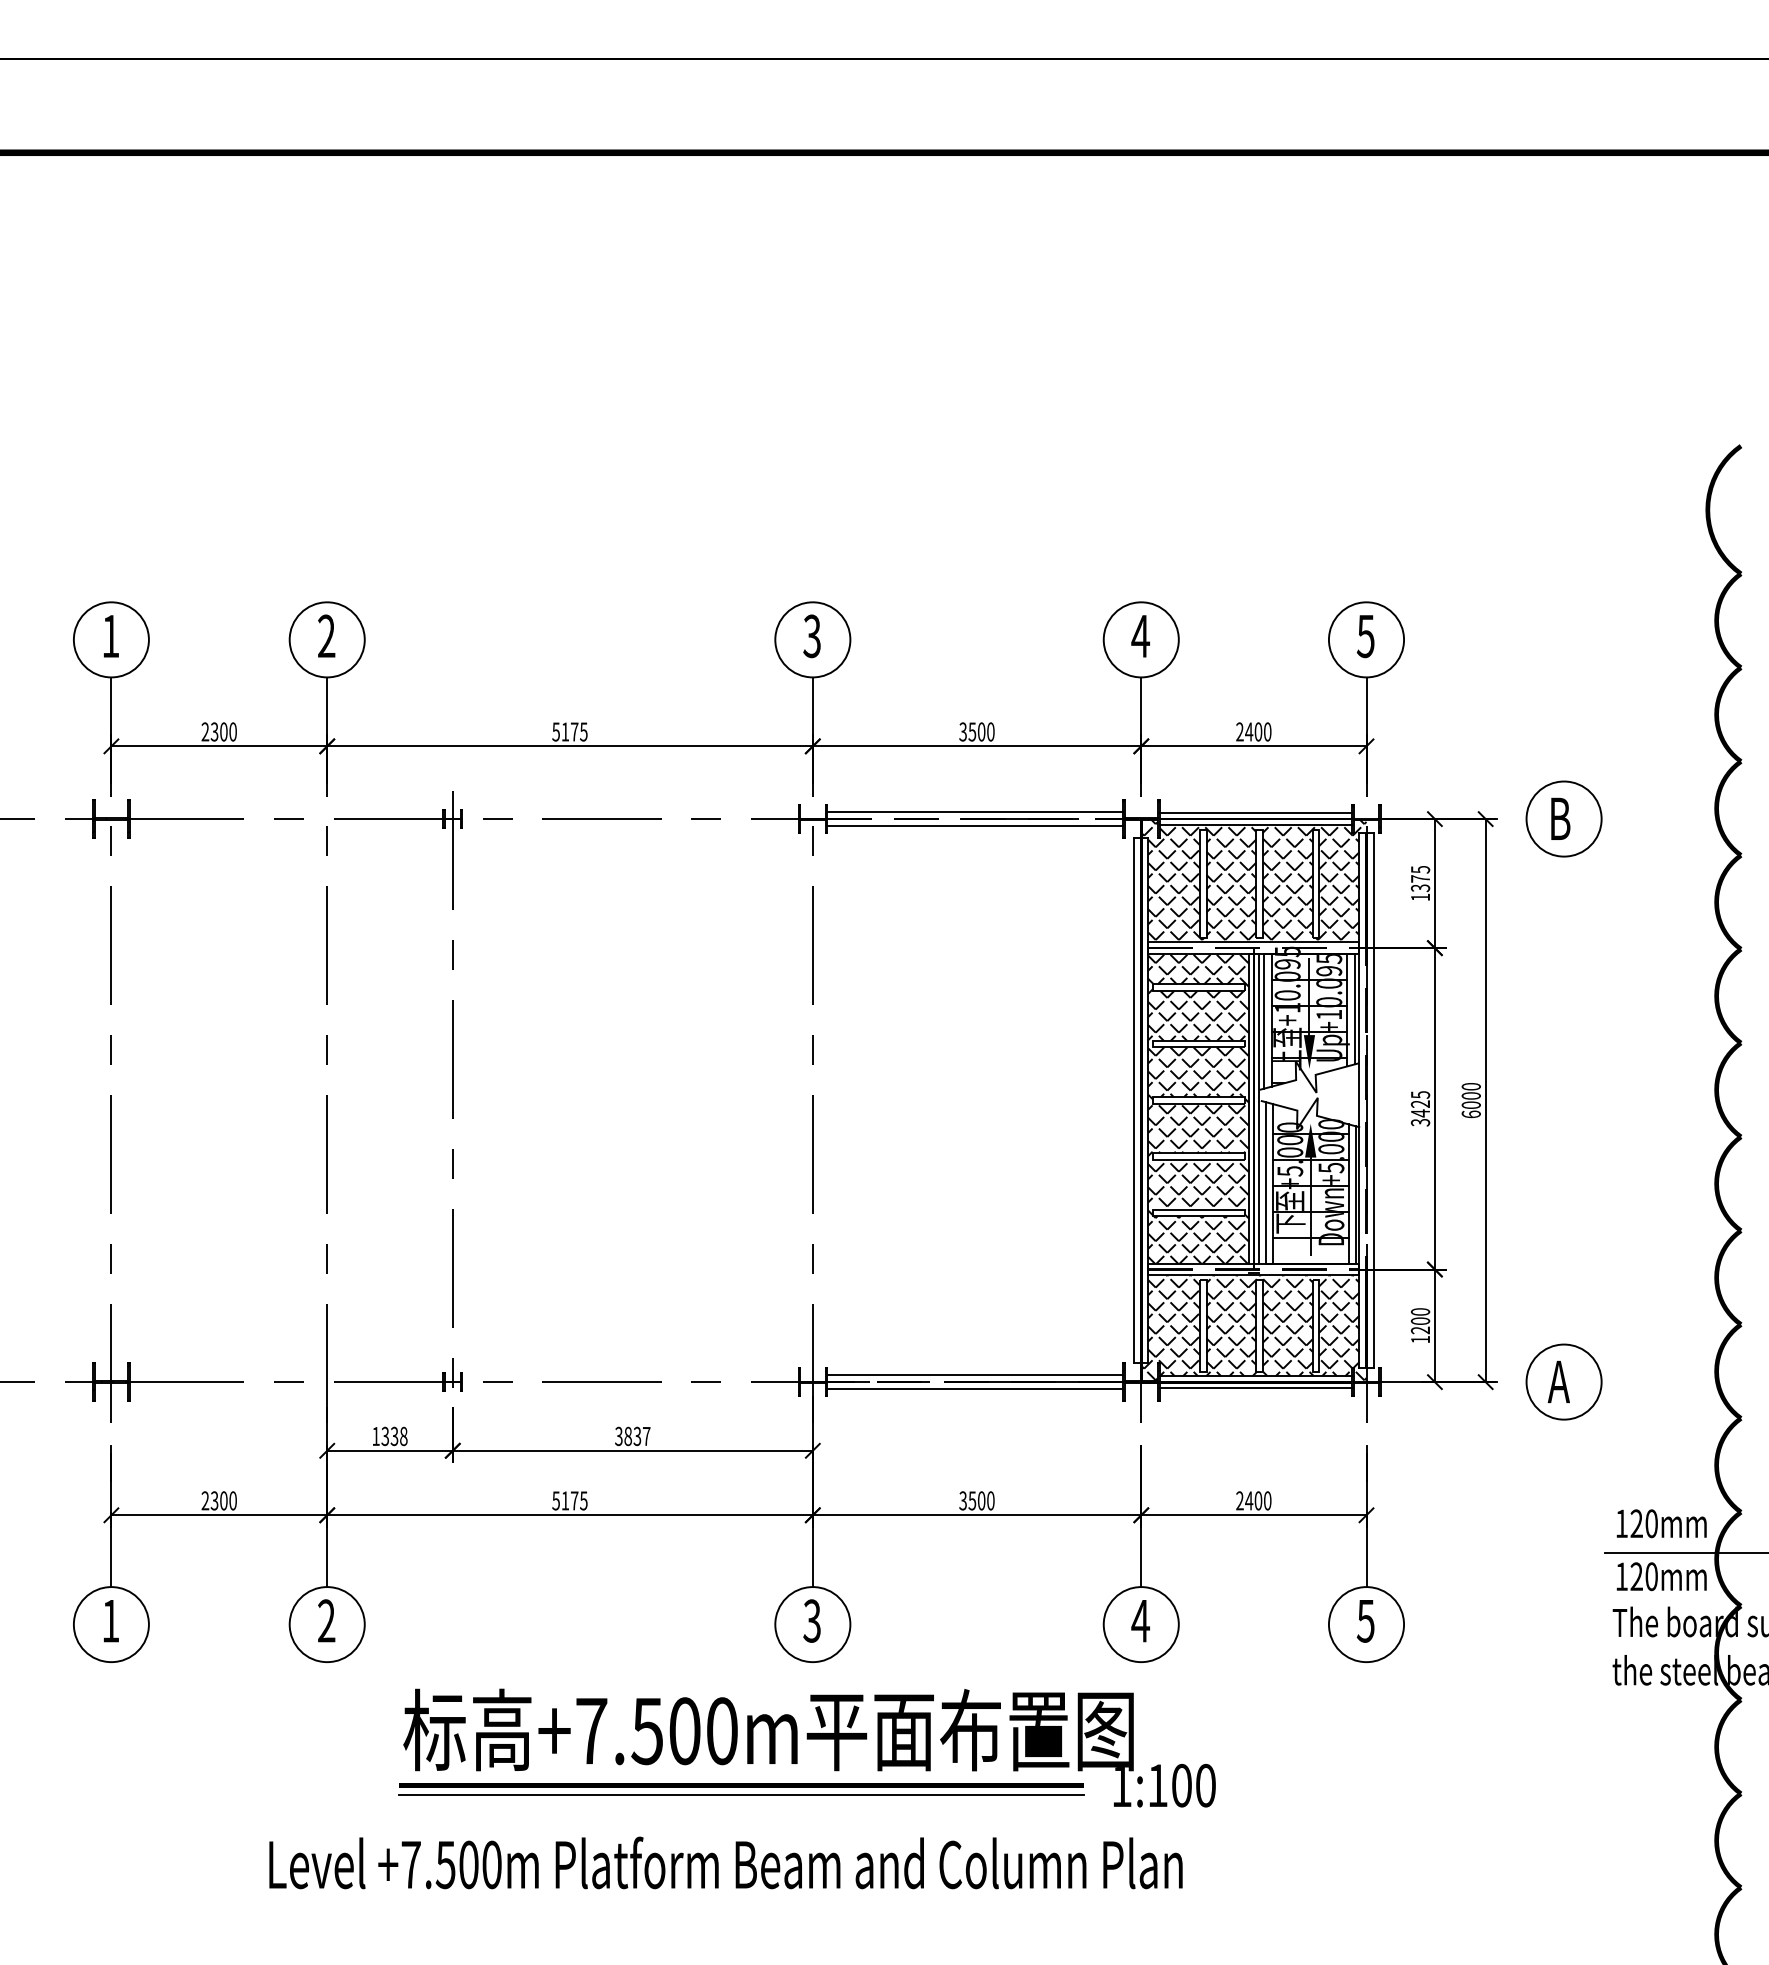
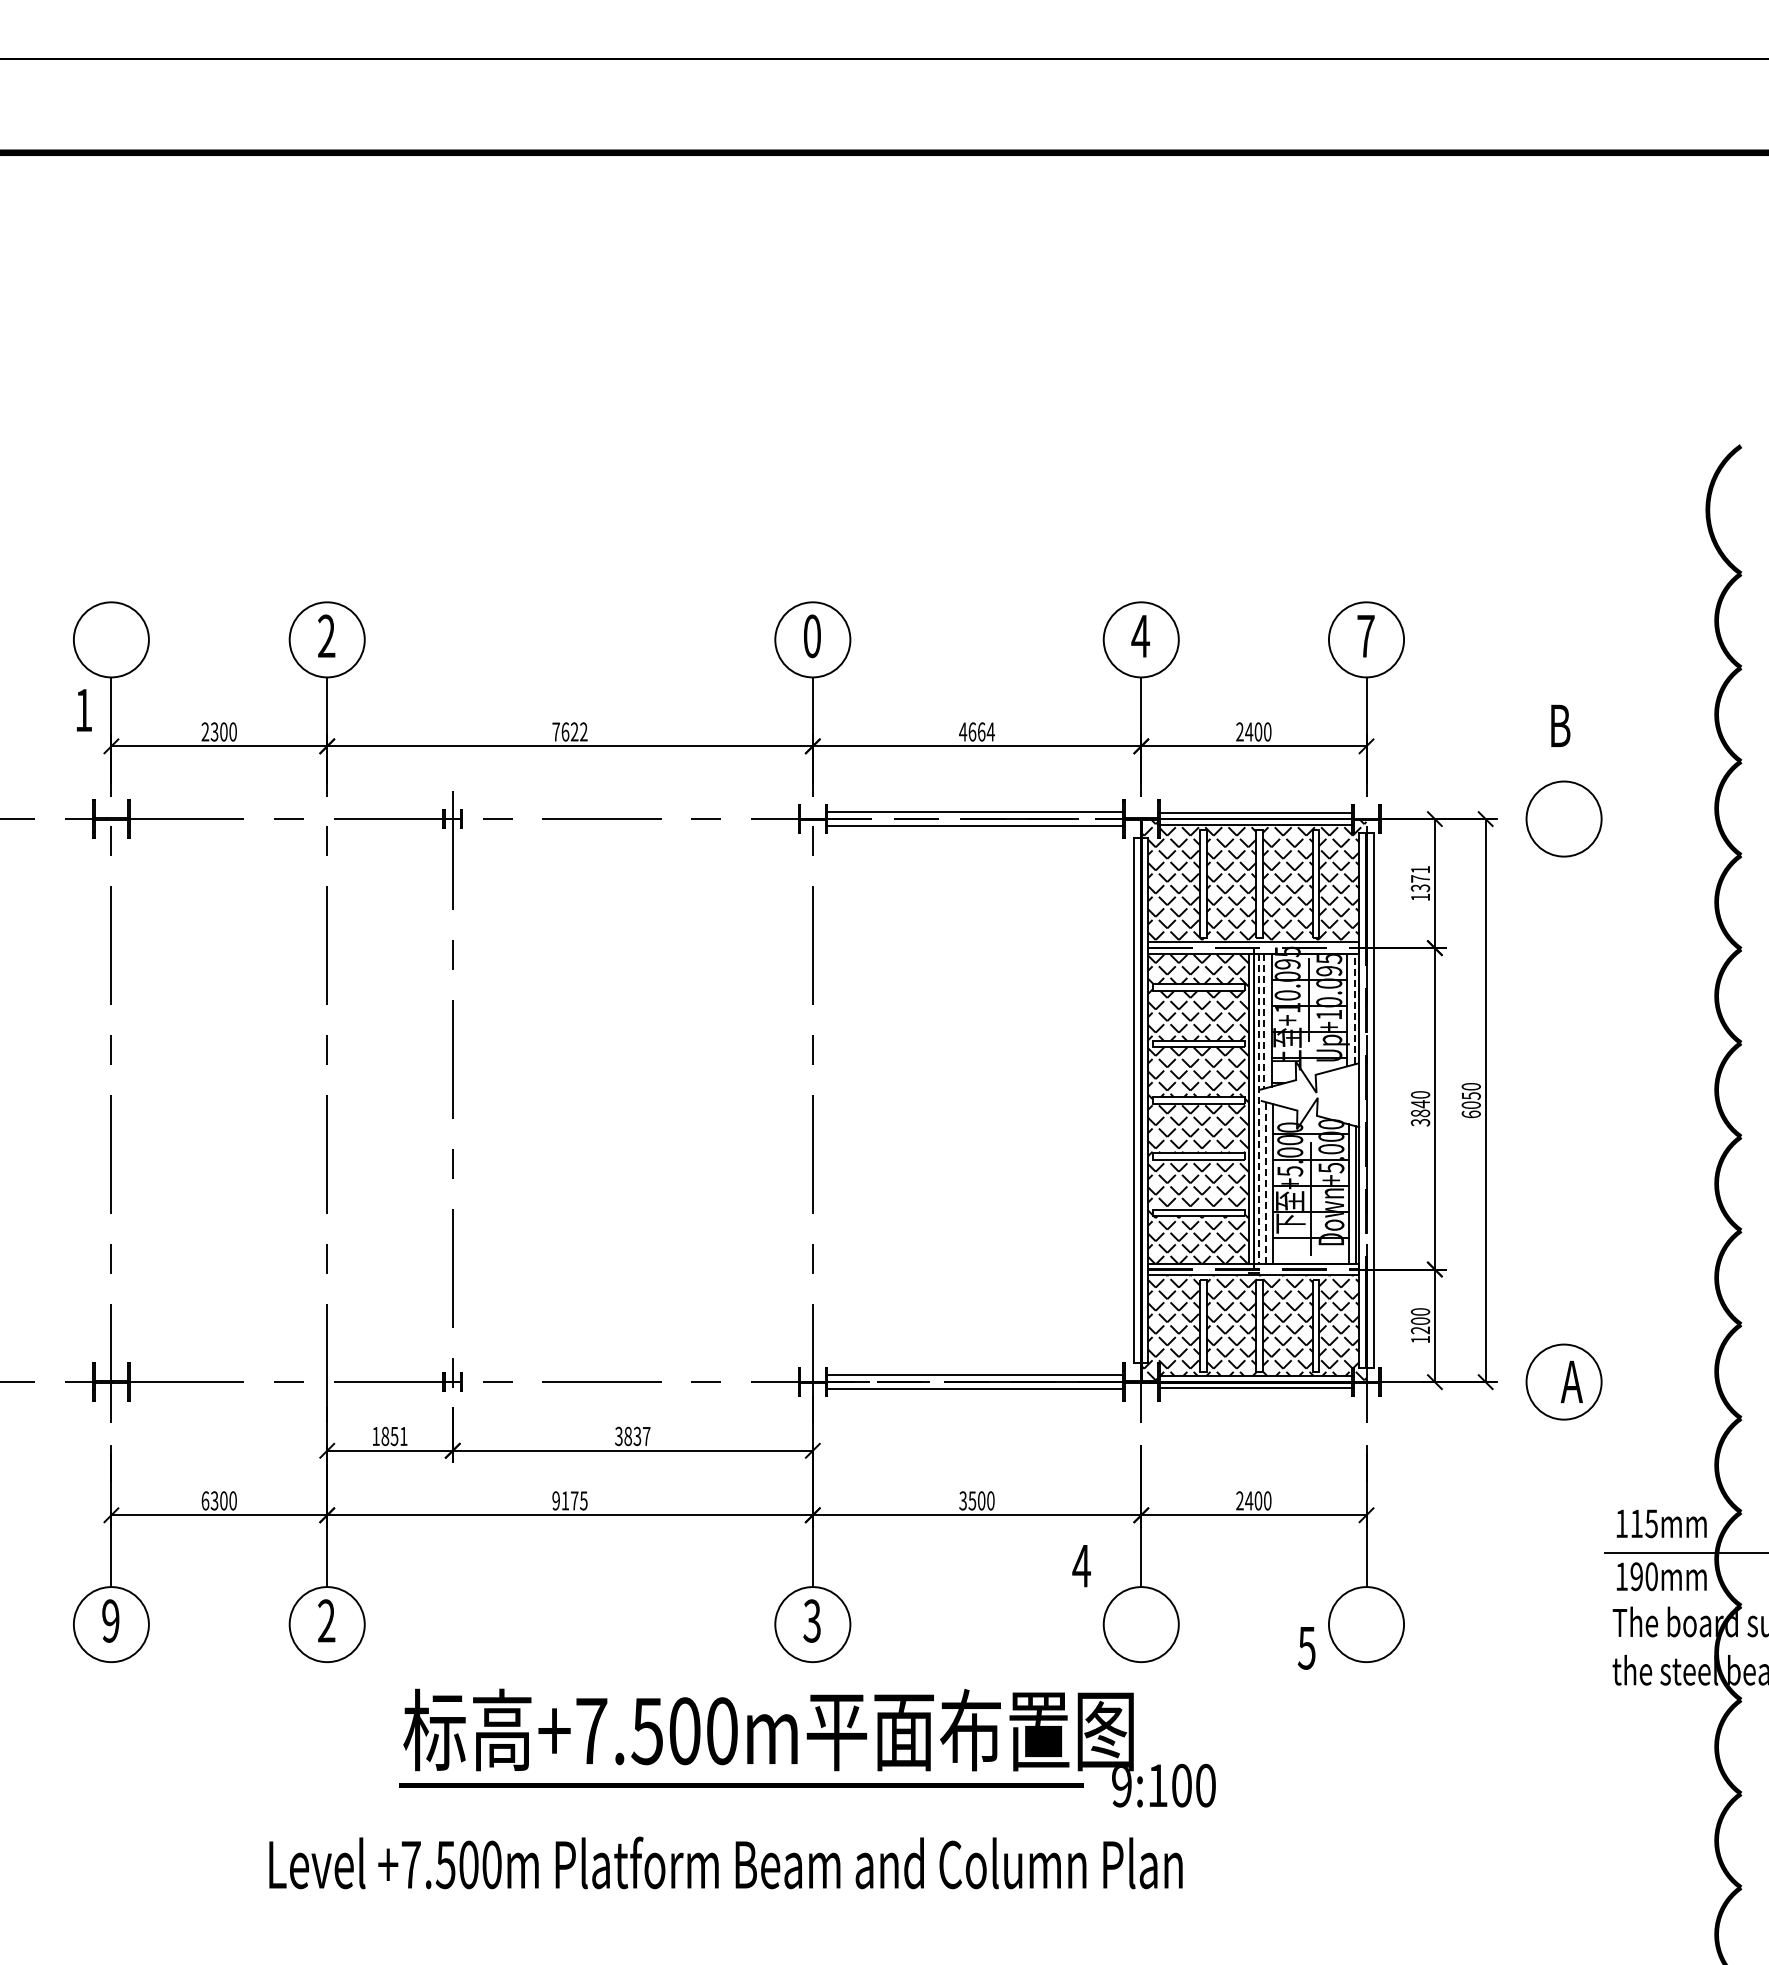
text at (111, 636) position: (111, 636) -> (84, 710)
text at (811, 636): 3 -> 0
text at (1365, 636): 5 -> 7
text at (569, 731): 5175 -> 7622
text at (976, 731): 3500 -> 4664
text at (1560, 818) position: (1560, 818) -> (1560, 725)
text at (1420, 869): 1375 -> 1371
line at (1354, 1008): solid -> dashed
line at (1264, 1021): solid -> dashed
fill at (1309, 1051): present -> none
text at (1470, 1095): 6000 -> 6050
text at (1420, 1104): 3425 -> 3840
line at (1258, 1108): solid -> dashed
fill at (1310, 1140): present -> none
line at (1265, 1182): solid -> dashed
text at (1558, 1381) position: (1558, 1381) -> (1571, 1381)
text at (394, 1436): 1338 -> 1851
text at (205, 1500): 2300 -> 6300
text at (555, 1500): 5175 -> 9175
text at (1643, 1523): 120mm -> 115mm
text at (1636, 1576): 120mm -> 190mm
text at (110, 1620): 1 -> 9
text at (1140, 1621) position: (1140, 1621) -> (1081, 1566)
text at (1365, 1621) position: (1365, 1621) -> (1306, 1648)
text at (1121, 1787): 1:100 -> 9:100
line at (741, 1795): present -> none
